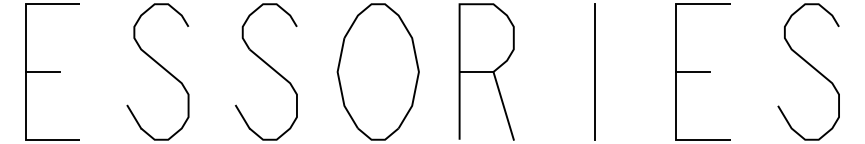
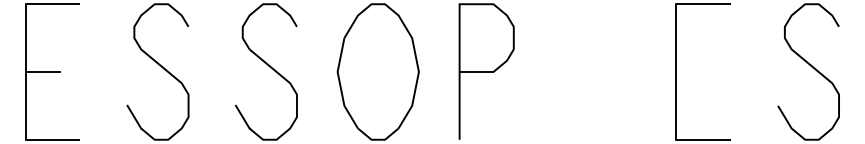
line at (595, 71): present -> none
line at (693, 72): present -> none
line at (503, 105): present -> none
